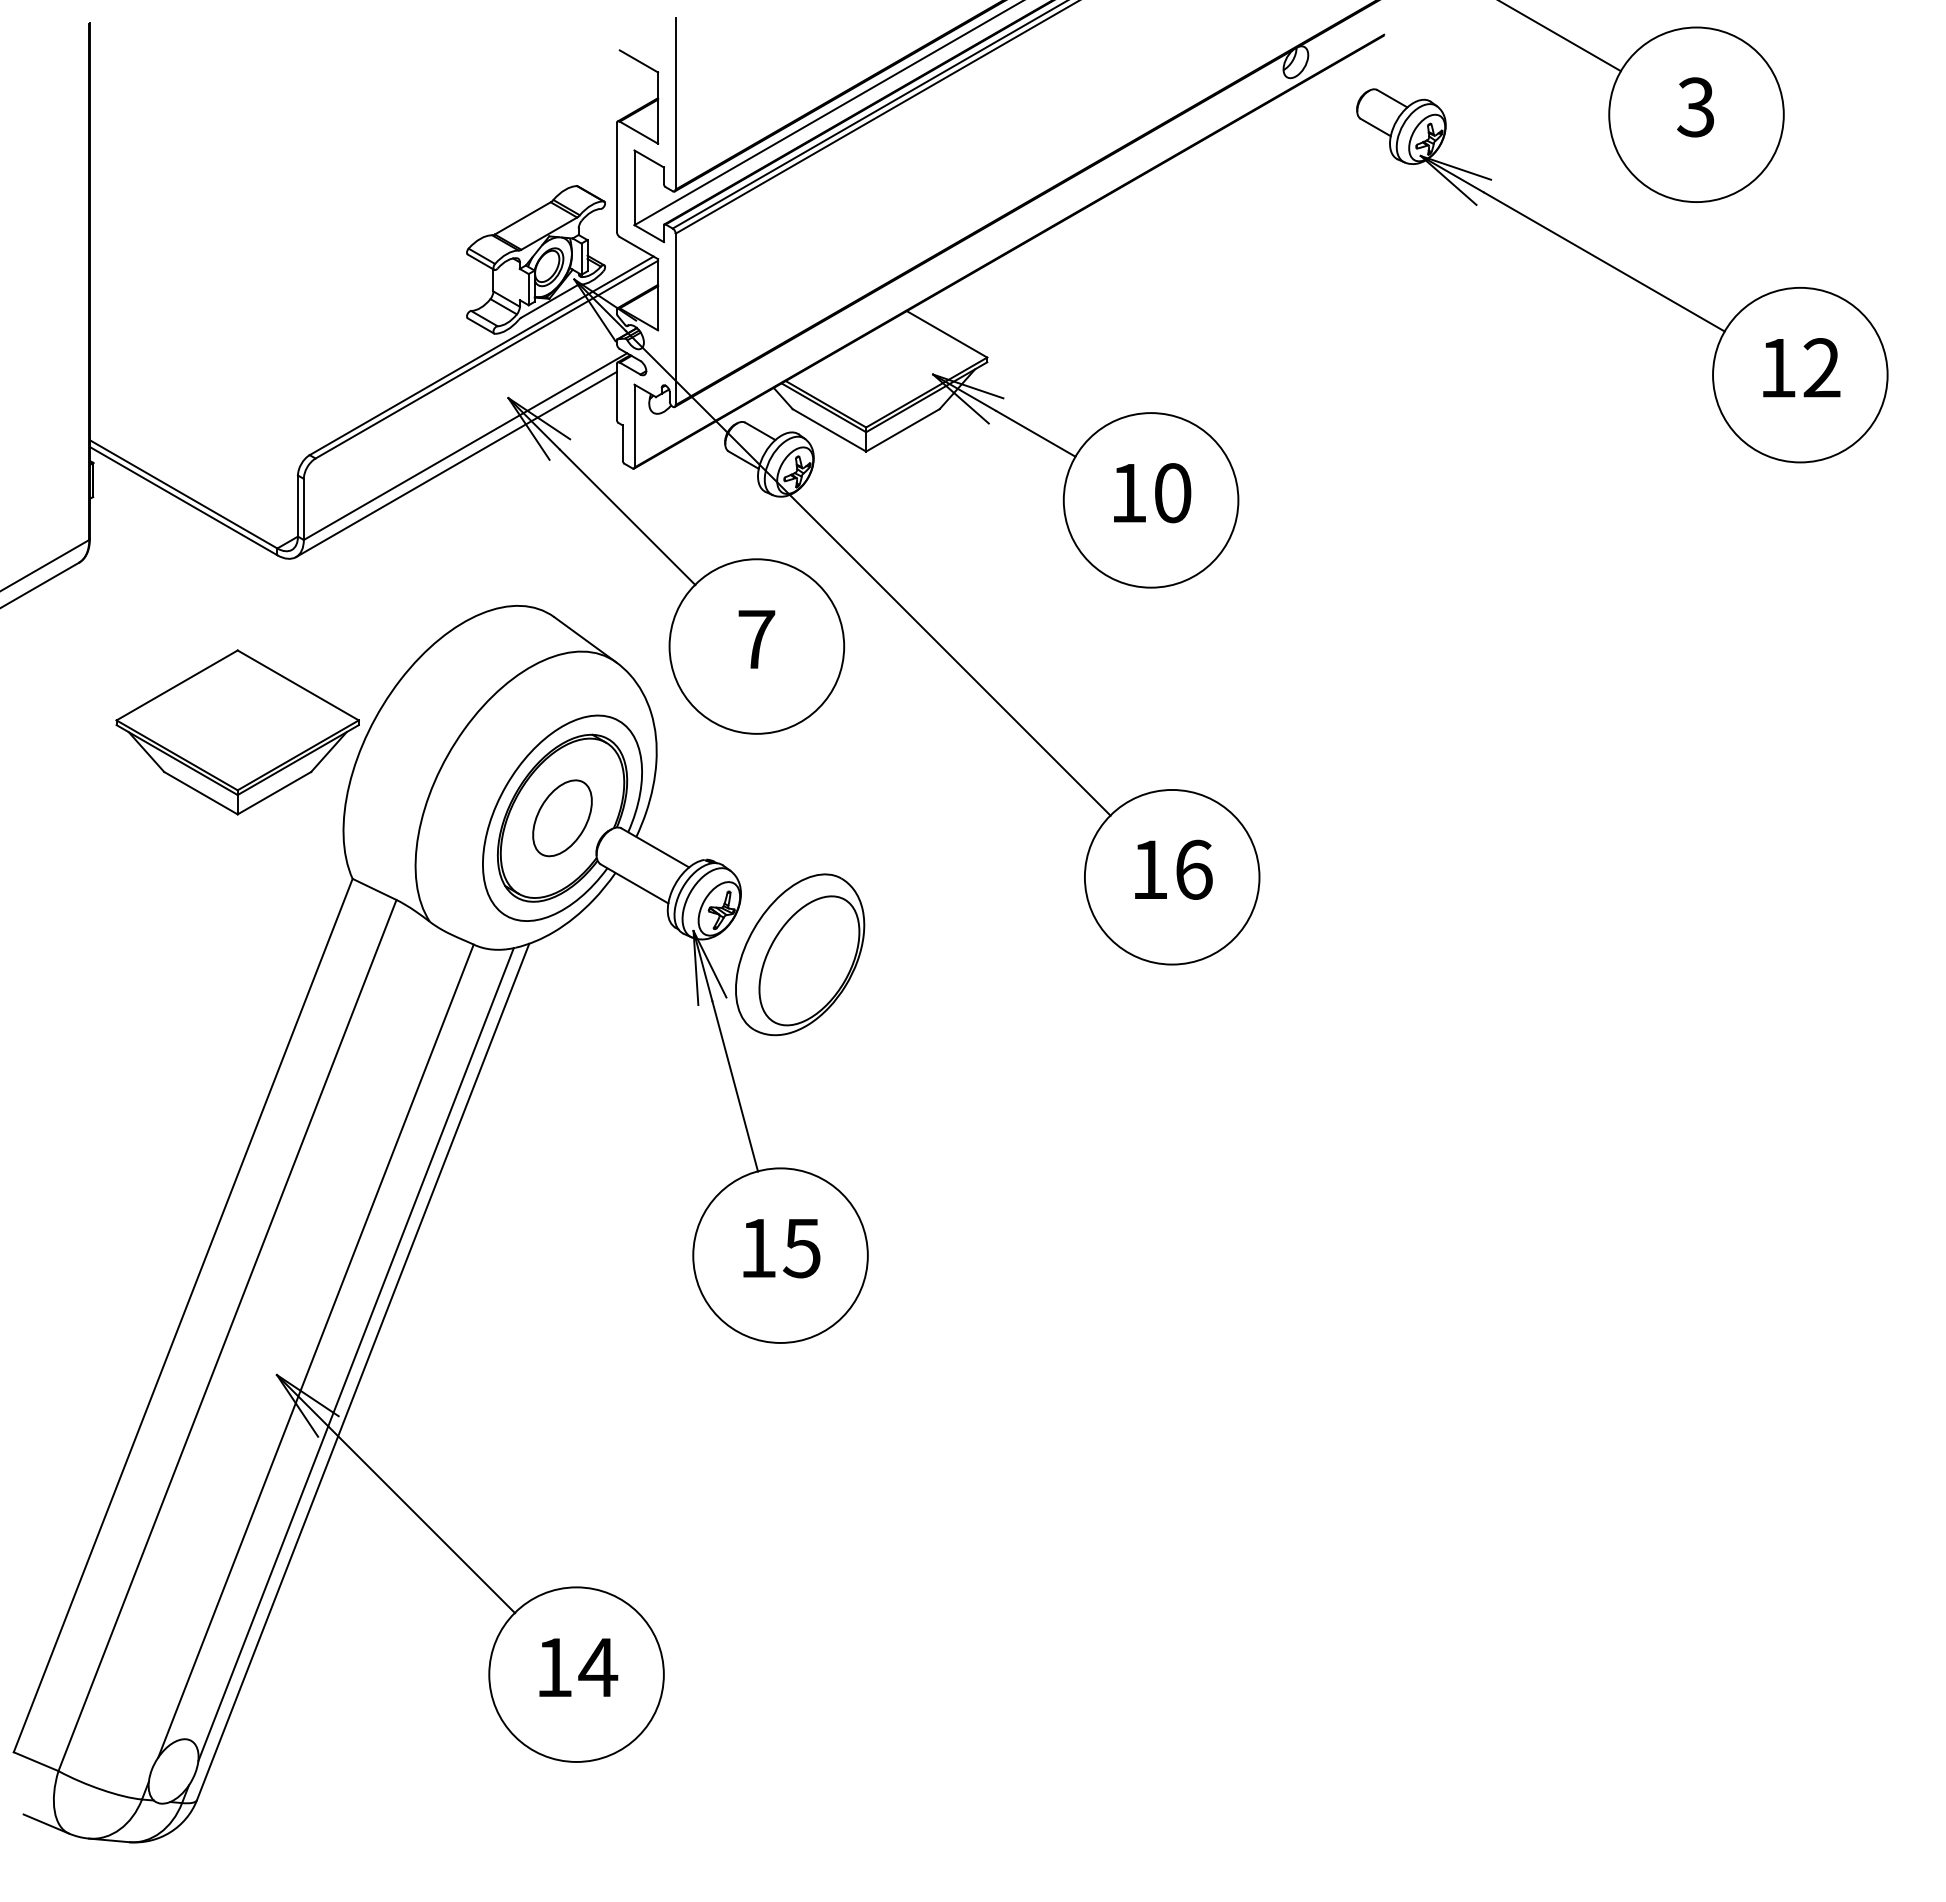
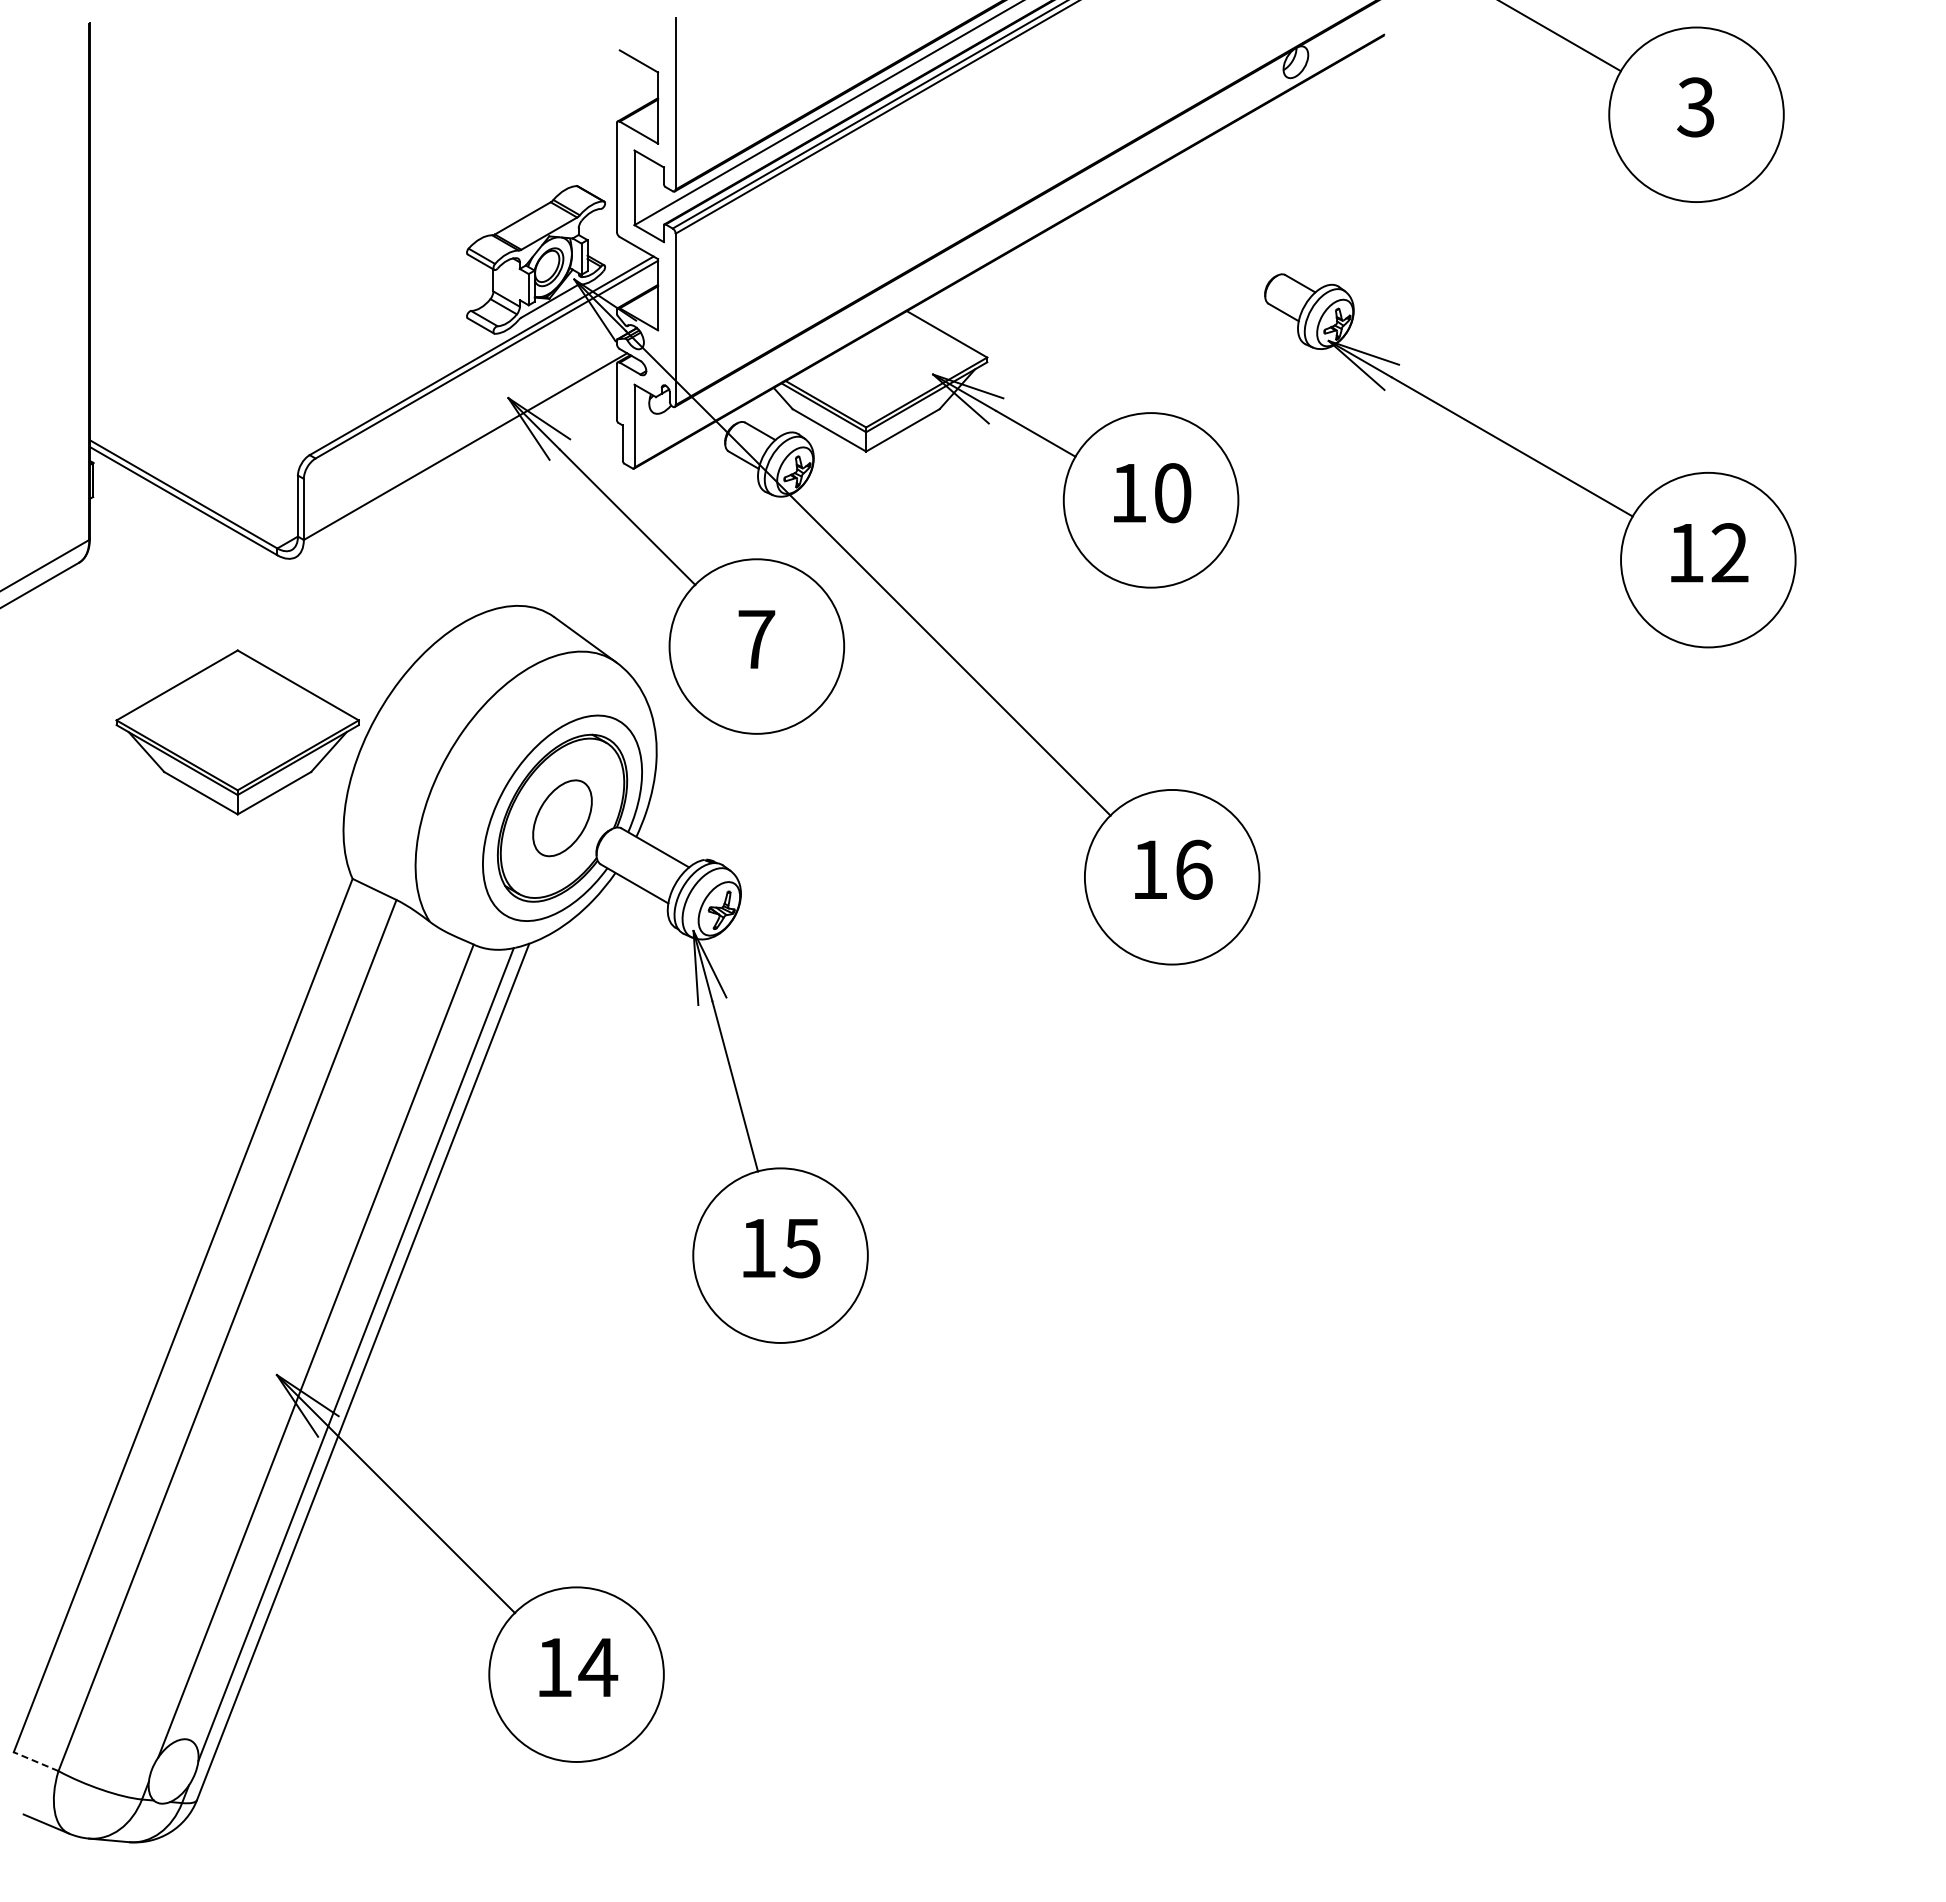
part at (1622, 275) position: (1622, 275) -> (1530, 460)
line at (456, 464): present -> none
part at (800, 954): present -> none
line at (35, 1761): solid -> dashed
